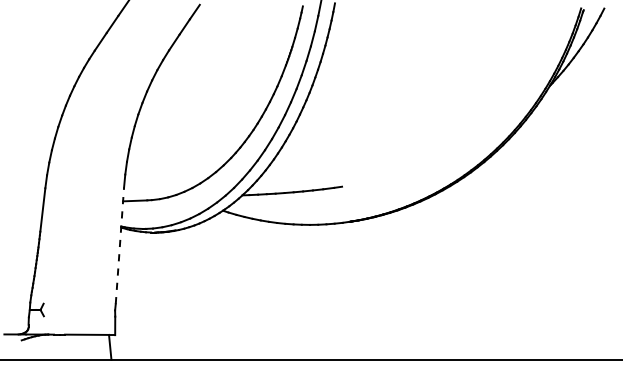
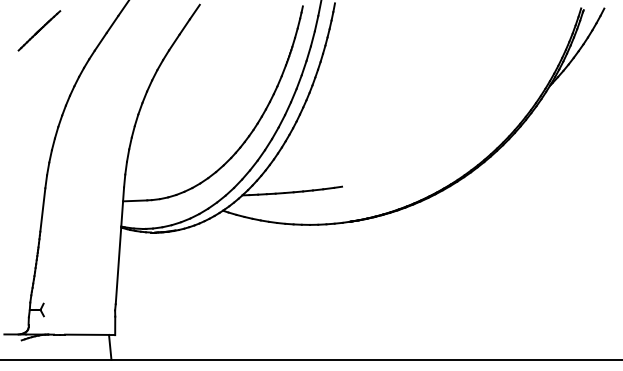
line at (39, 30): none -> present
line at (119, 245): dashed -> solid
